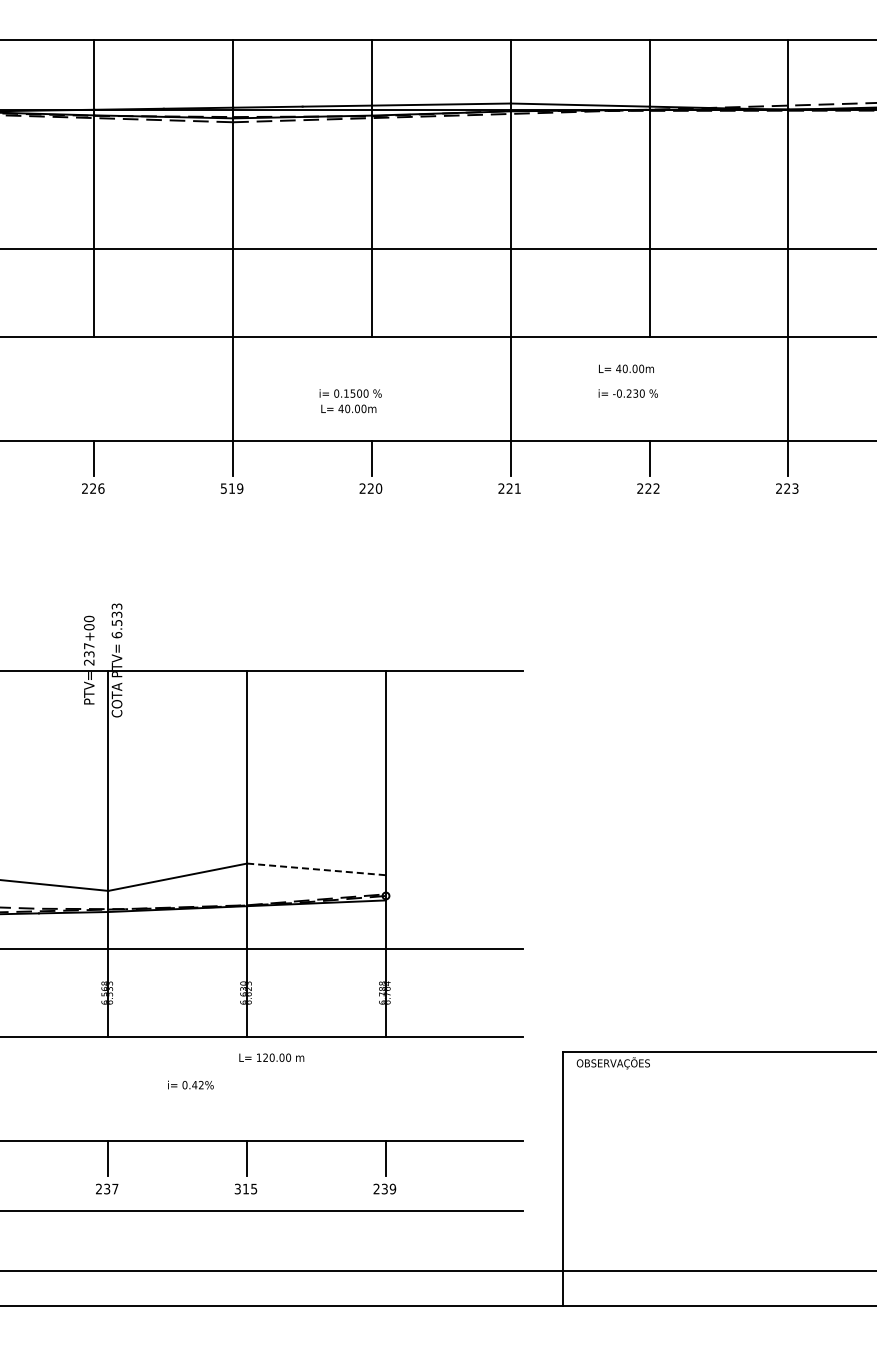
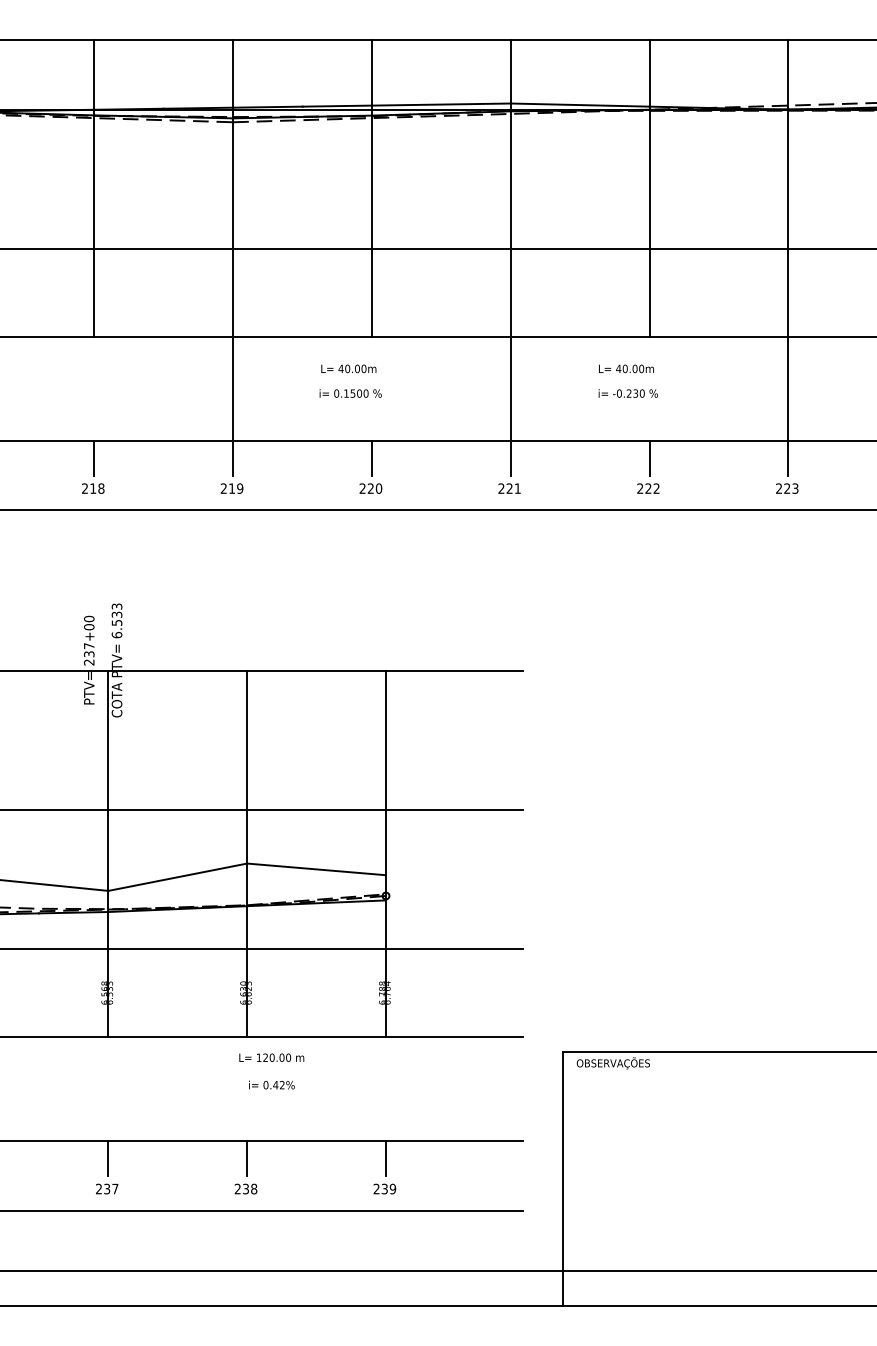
text at (348, 408) position: (348, 408) -> (348, 368)
text at (97, 488): 226 -> 218
text at (223, 488): 519 -> 219
line at (437, 510): none -> present
line at (262, 810): none -> present
line at (316, 869): dashed -> solid
text at (190, 1084) position: (190, 1084) -> (271, 1084)
text at (245, 1188): 315 -> 238
